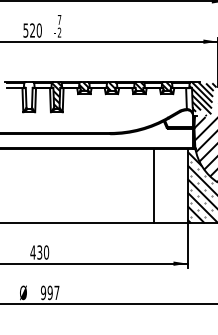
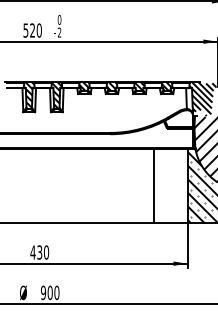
text at (59, 19): 7 -> 0
hatch at (28, 94): none -> present
text at (53, 292): 997 -> 900
